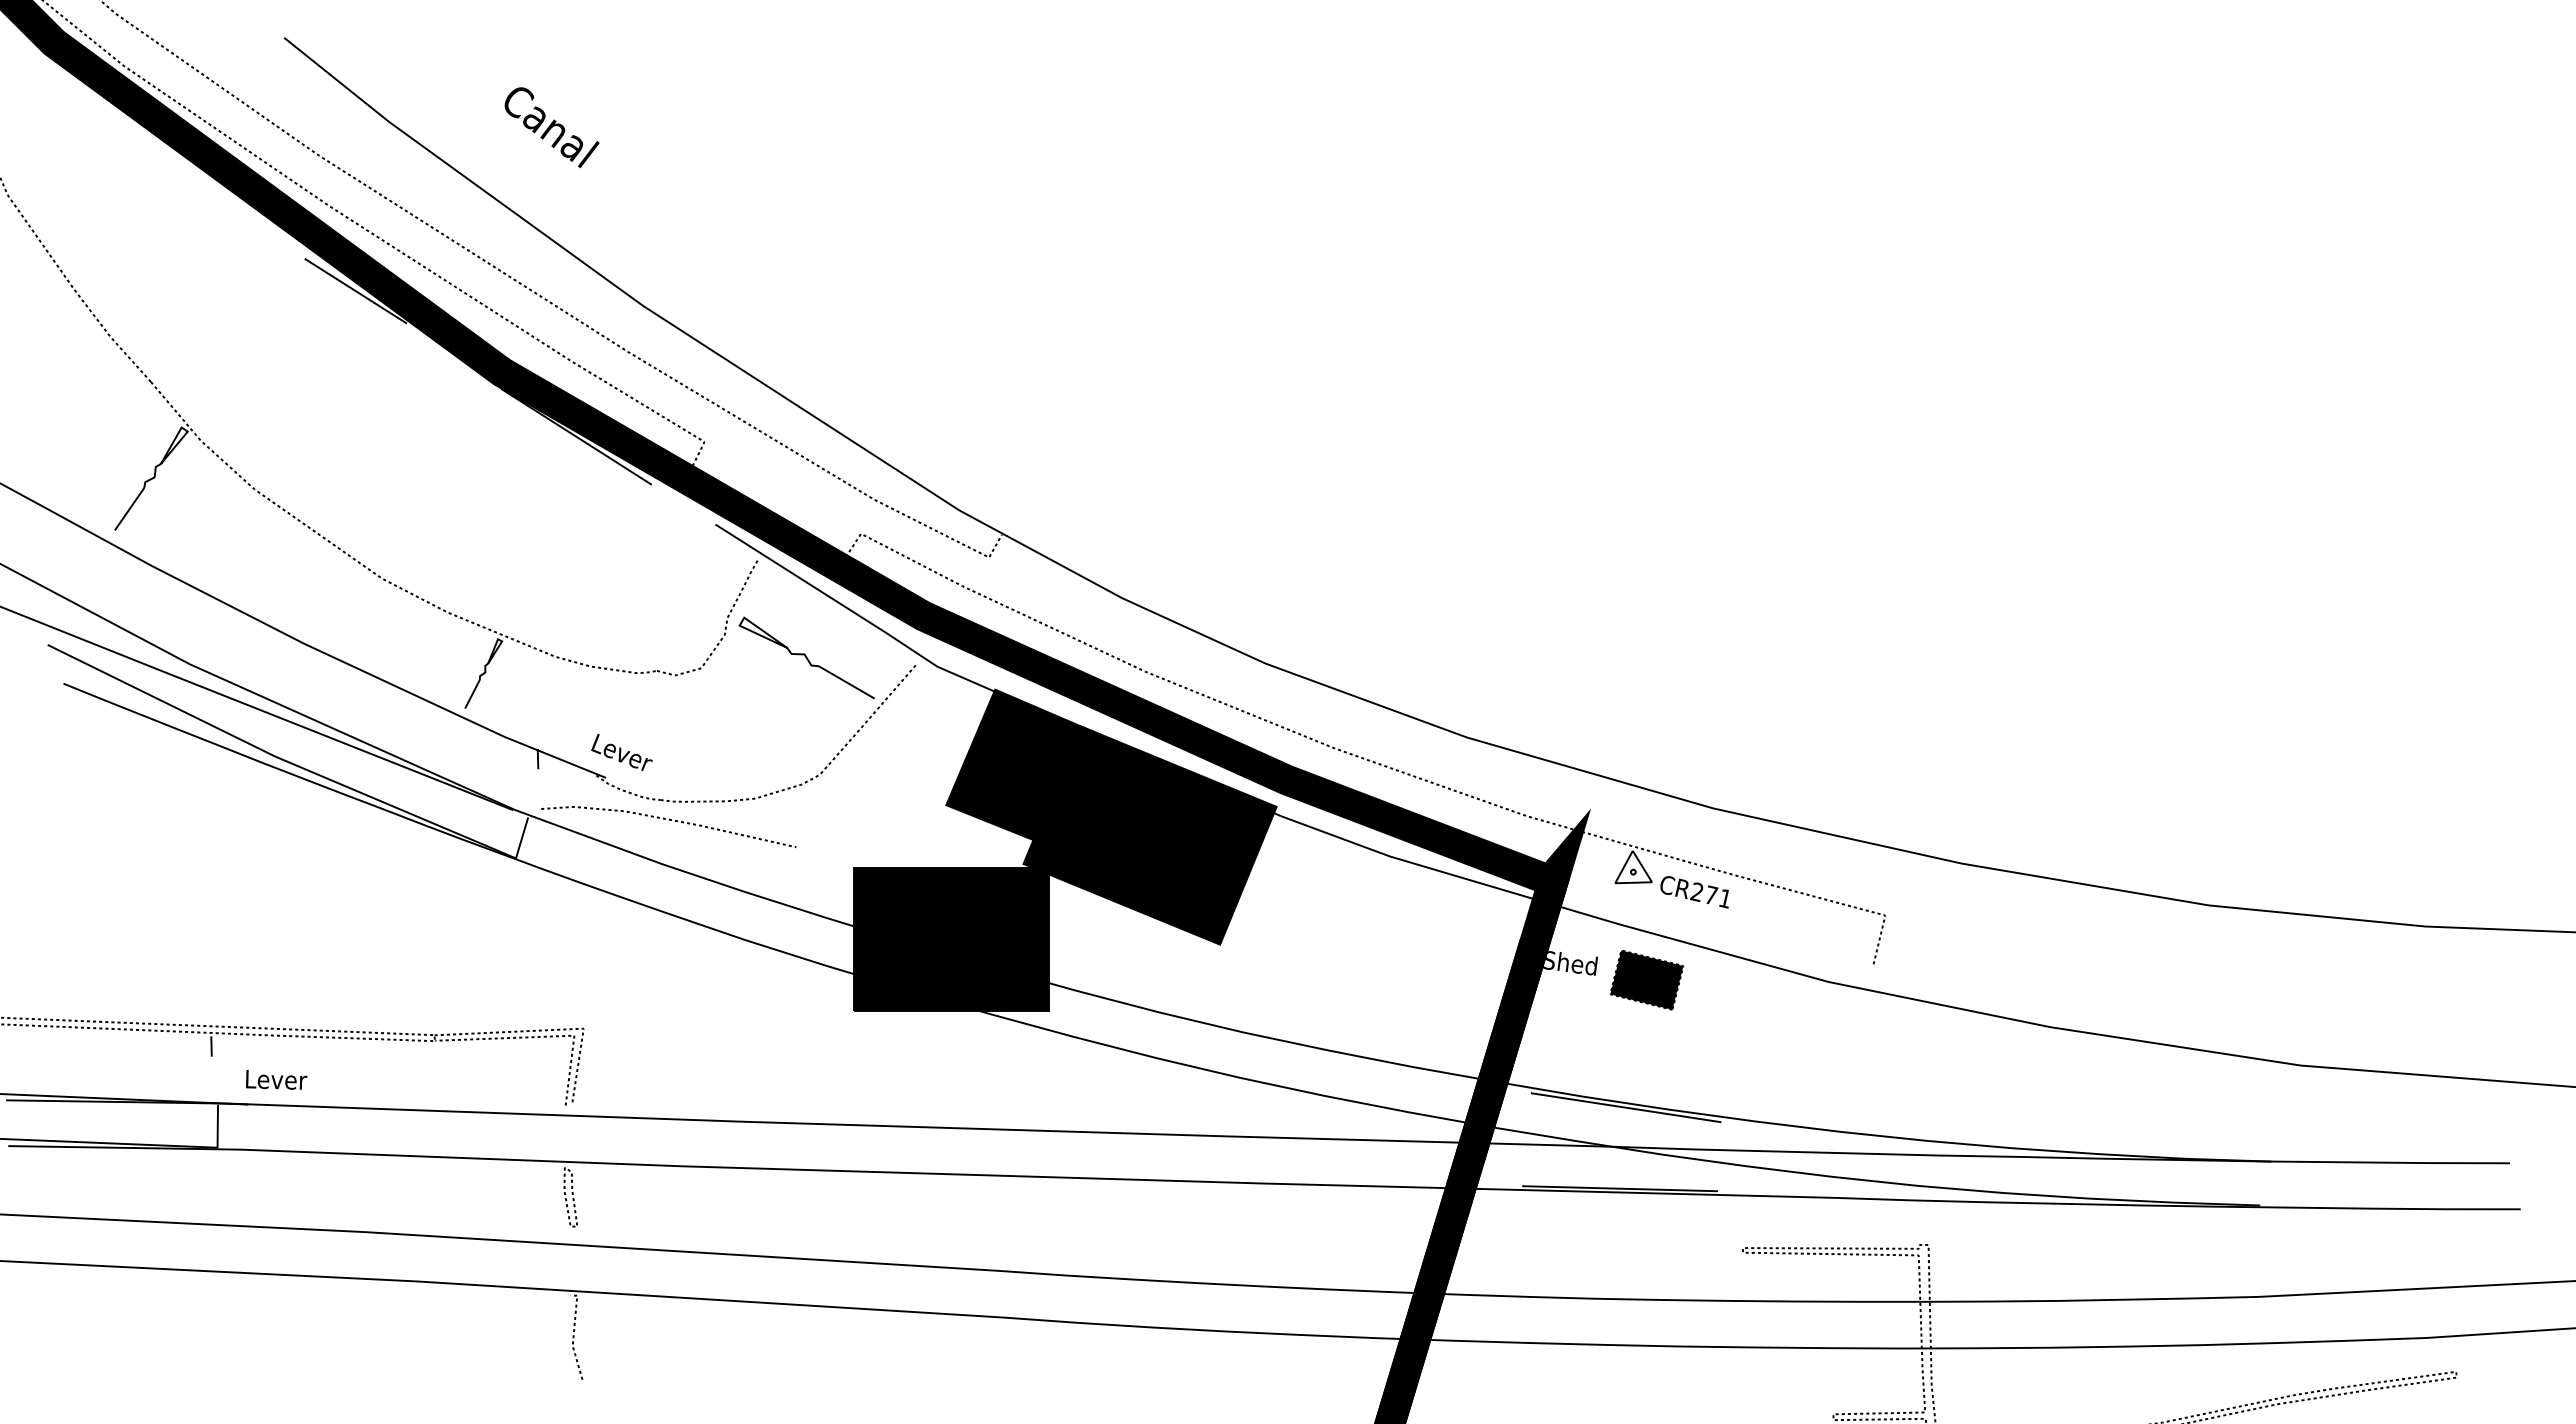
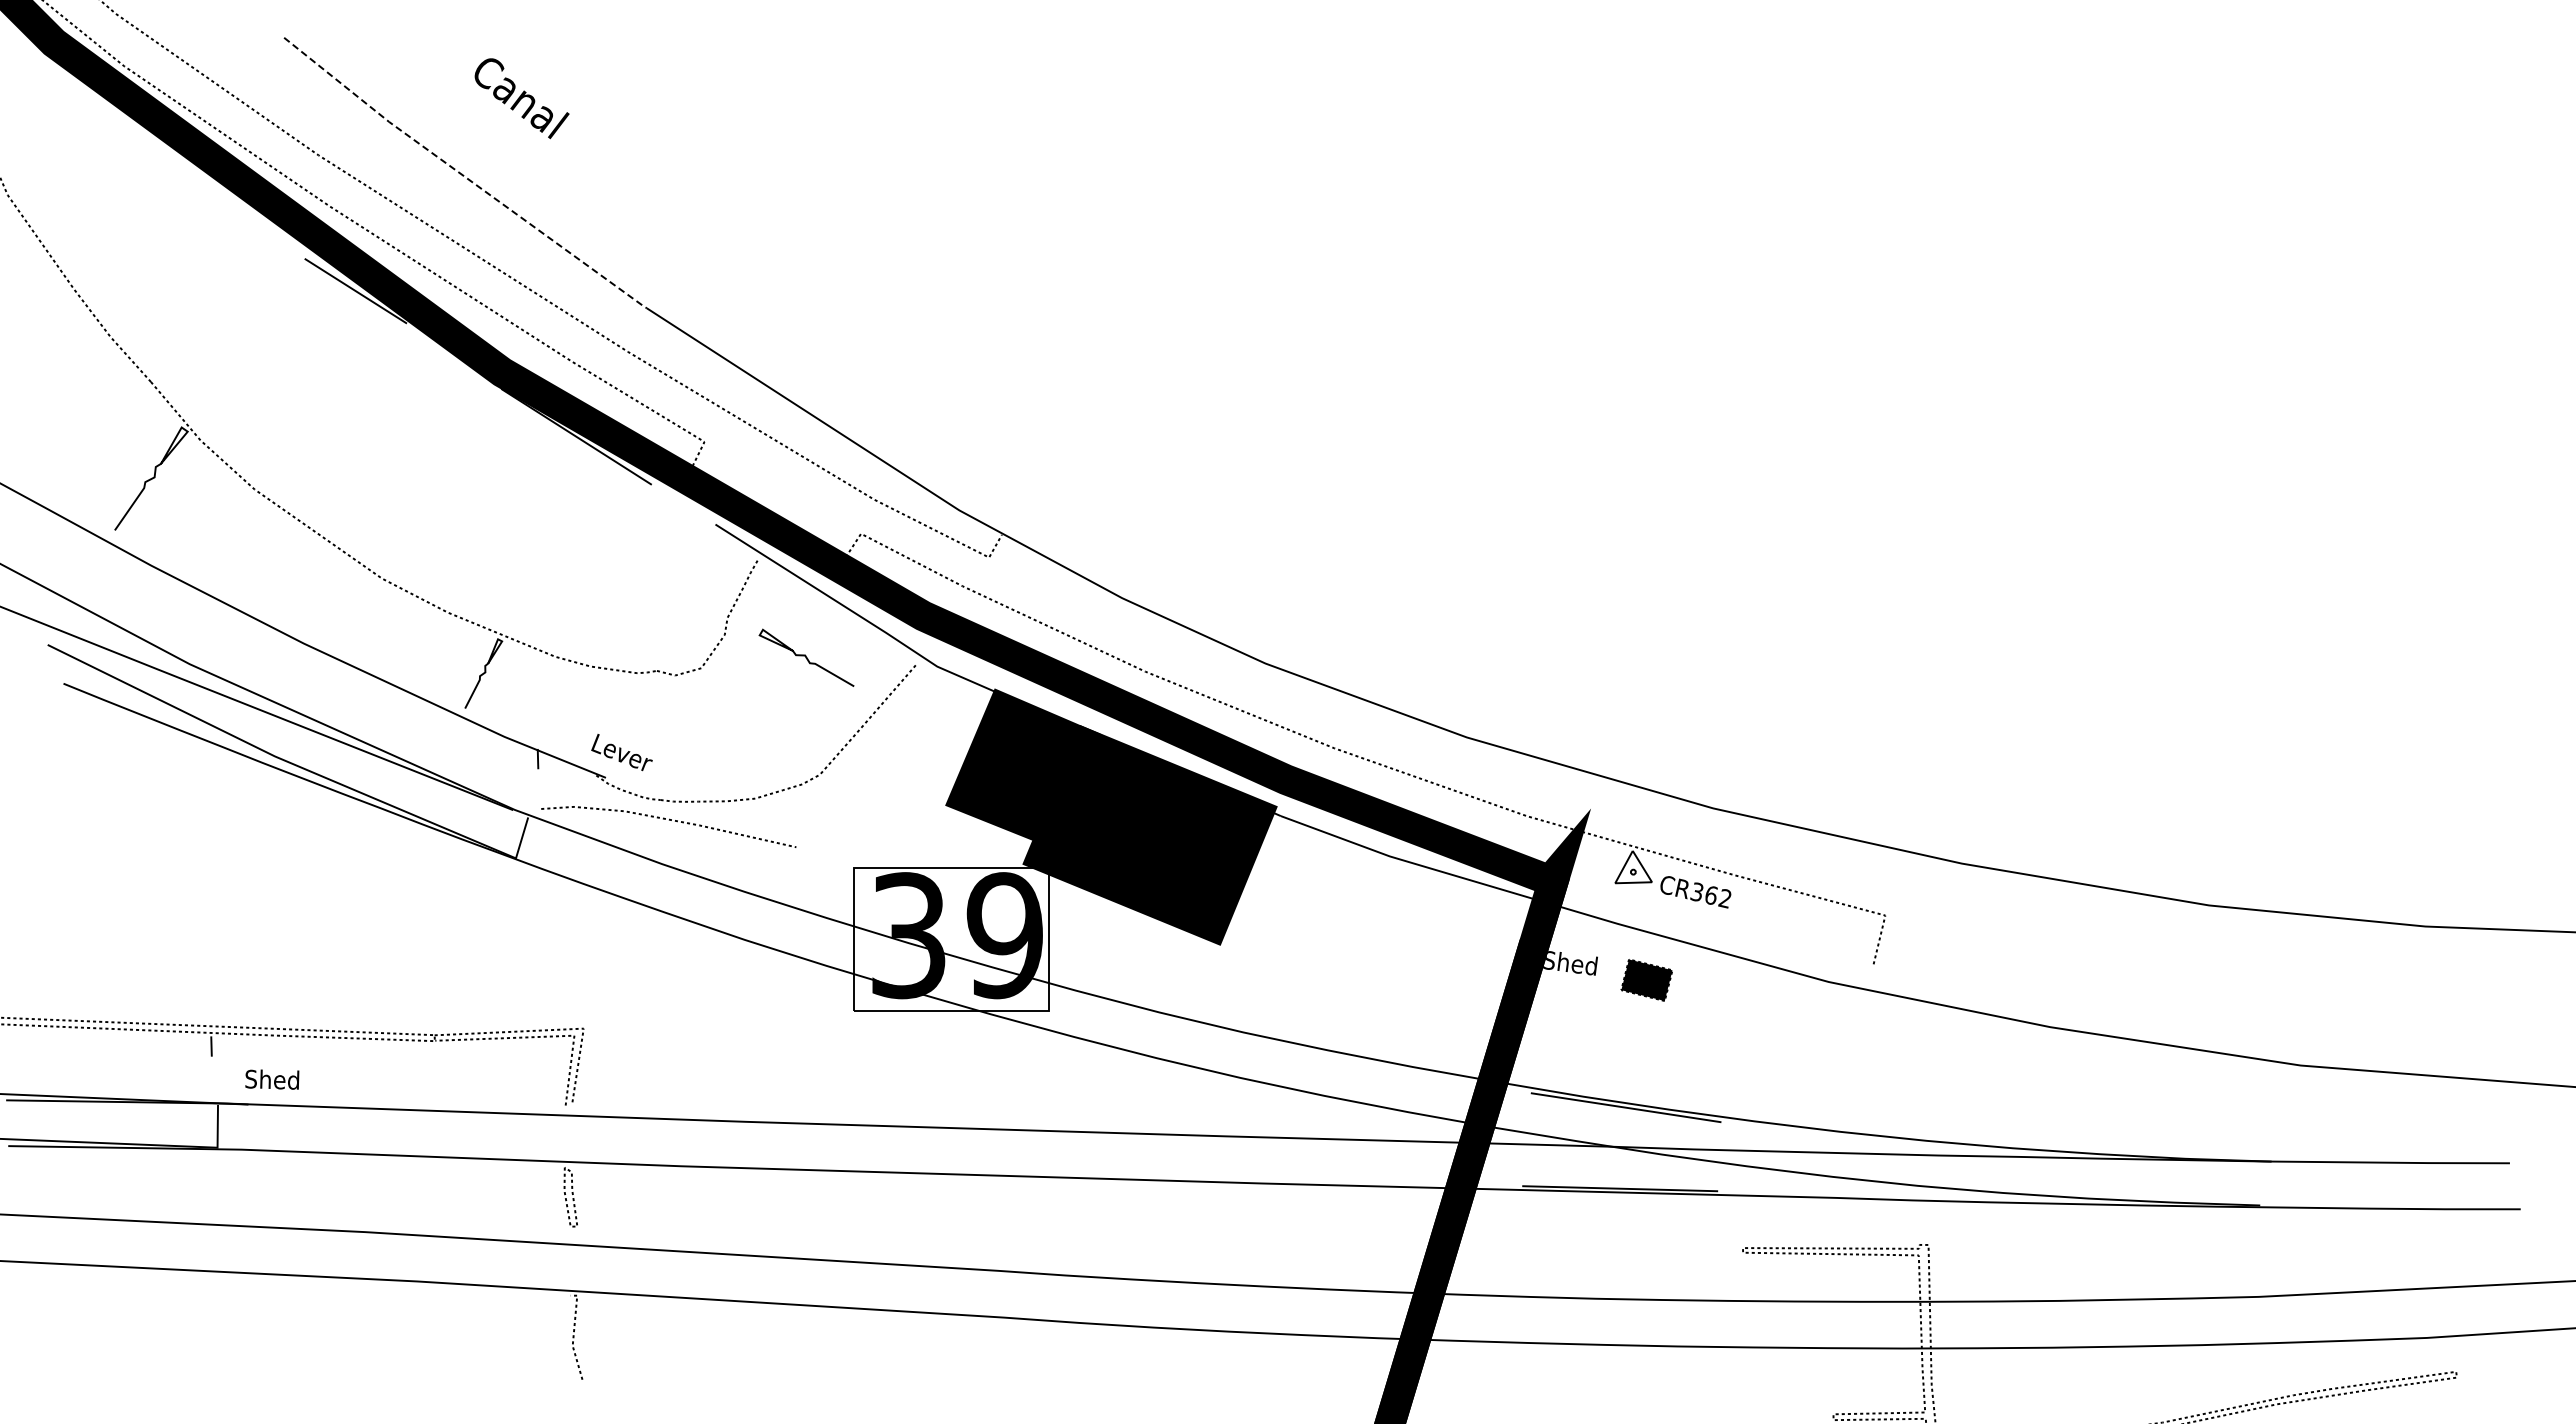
text at (551, 127) position: (551, 127) -> (521, 98)
line at (463, 175): solid -> dashed
part at (806, 657) size: 137x84 px -> 97x59 px
text at (1710, 895): CR271 -> CR362
fill at (951, 938): present -> none
part at (1646, 980) size: 76x61 px -> 53x43 px
text at (276, 1079): Lever -> Shed
